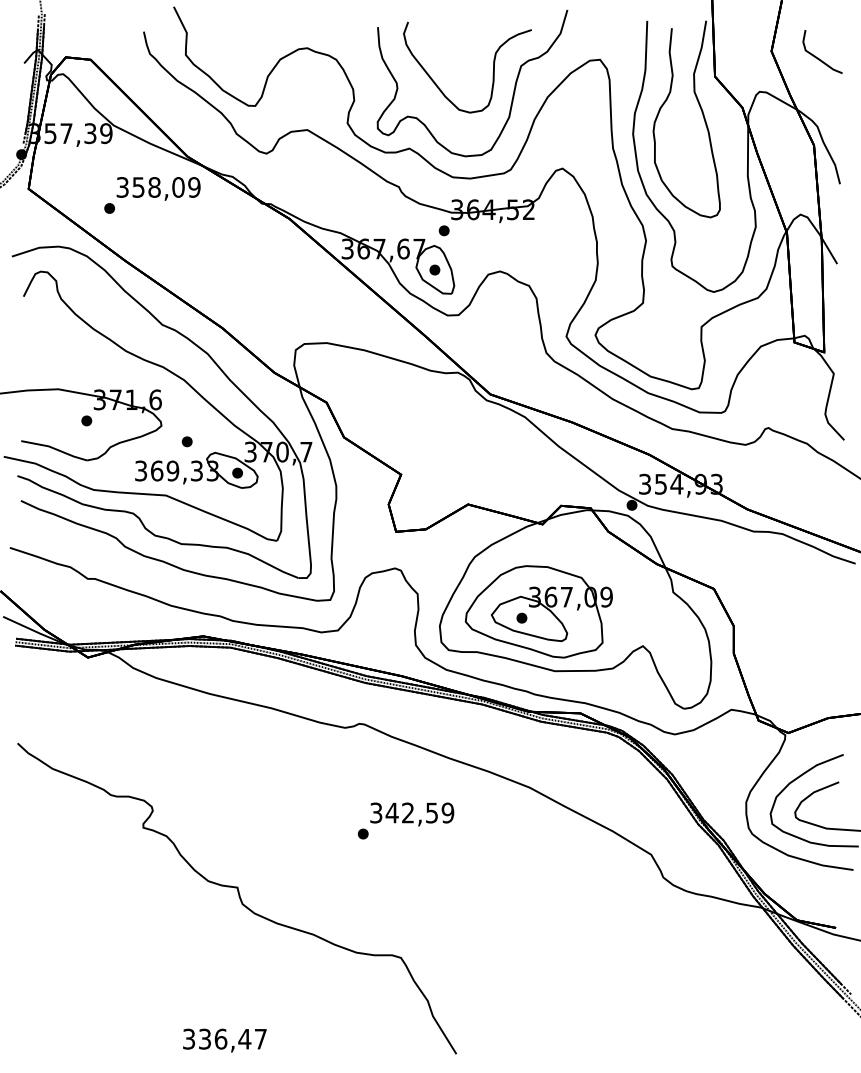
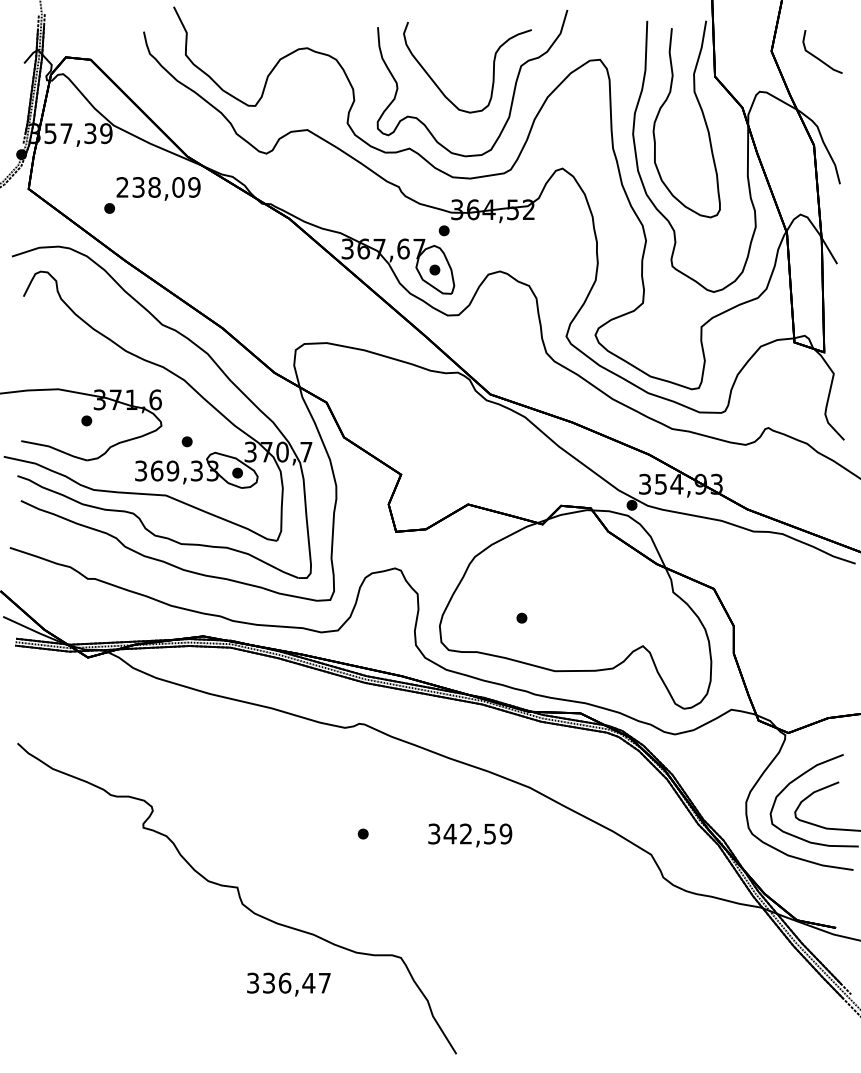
text at (130, 187): 358,09 -> 238,09
part at (538, 611): present -> none
text at (412, 814) position: (412, 814) -> (470, 835)
text at (224, 1040) position: (224, 1040) -> (288, 984)
